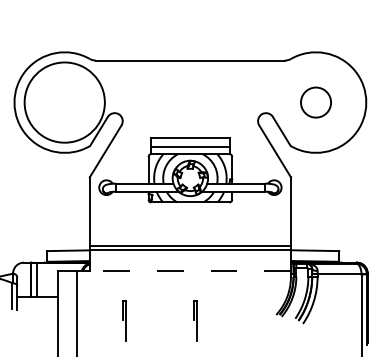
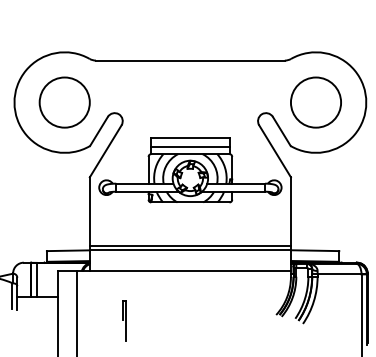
circle at (64, 102) diameter: 80 px -> 50 px
circle at (315, 102) diameter: 30 px -> 50 px
line at (190, 271): dashed -> solid
part at (195, 320): present -> none
